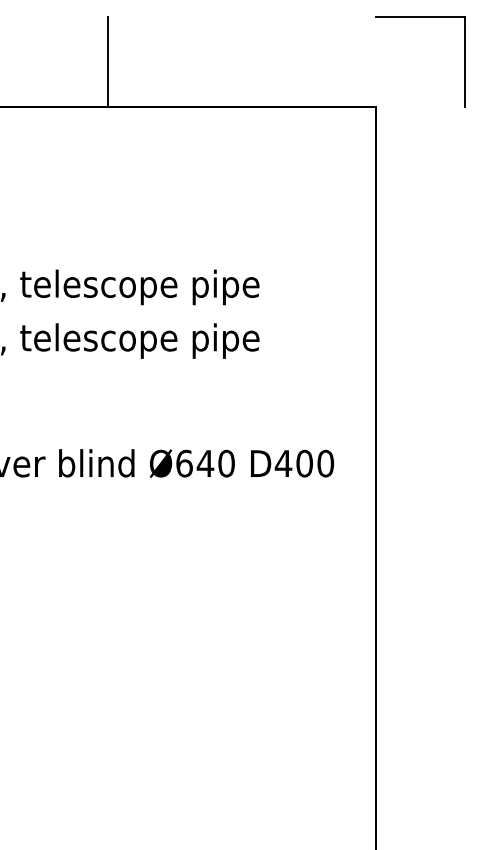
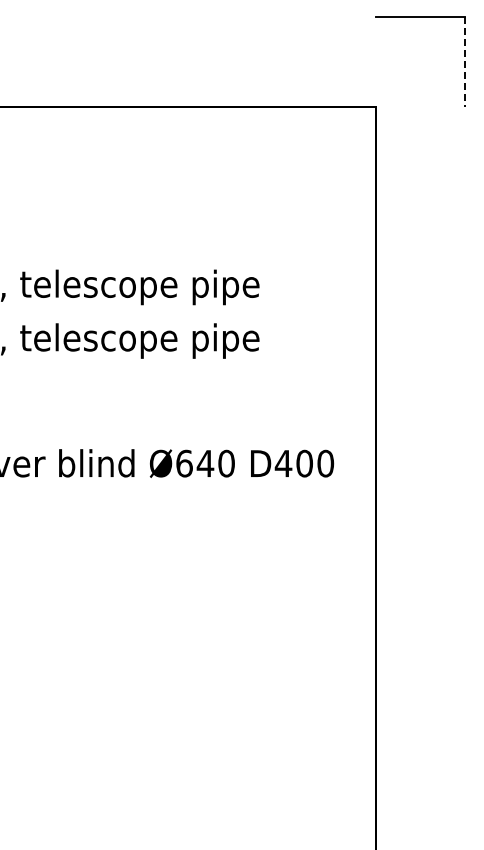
line at (107, 61): present -> none
line at (465, 62): solid -> dashed
